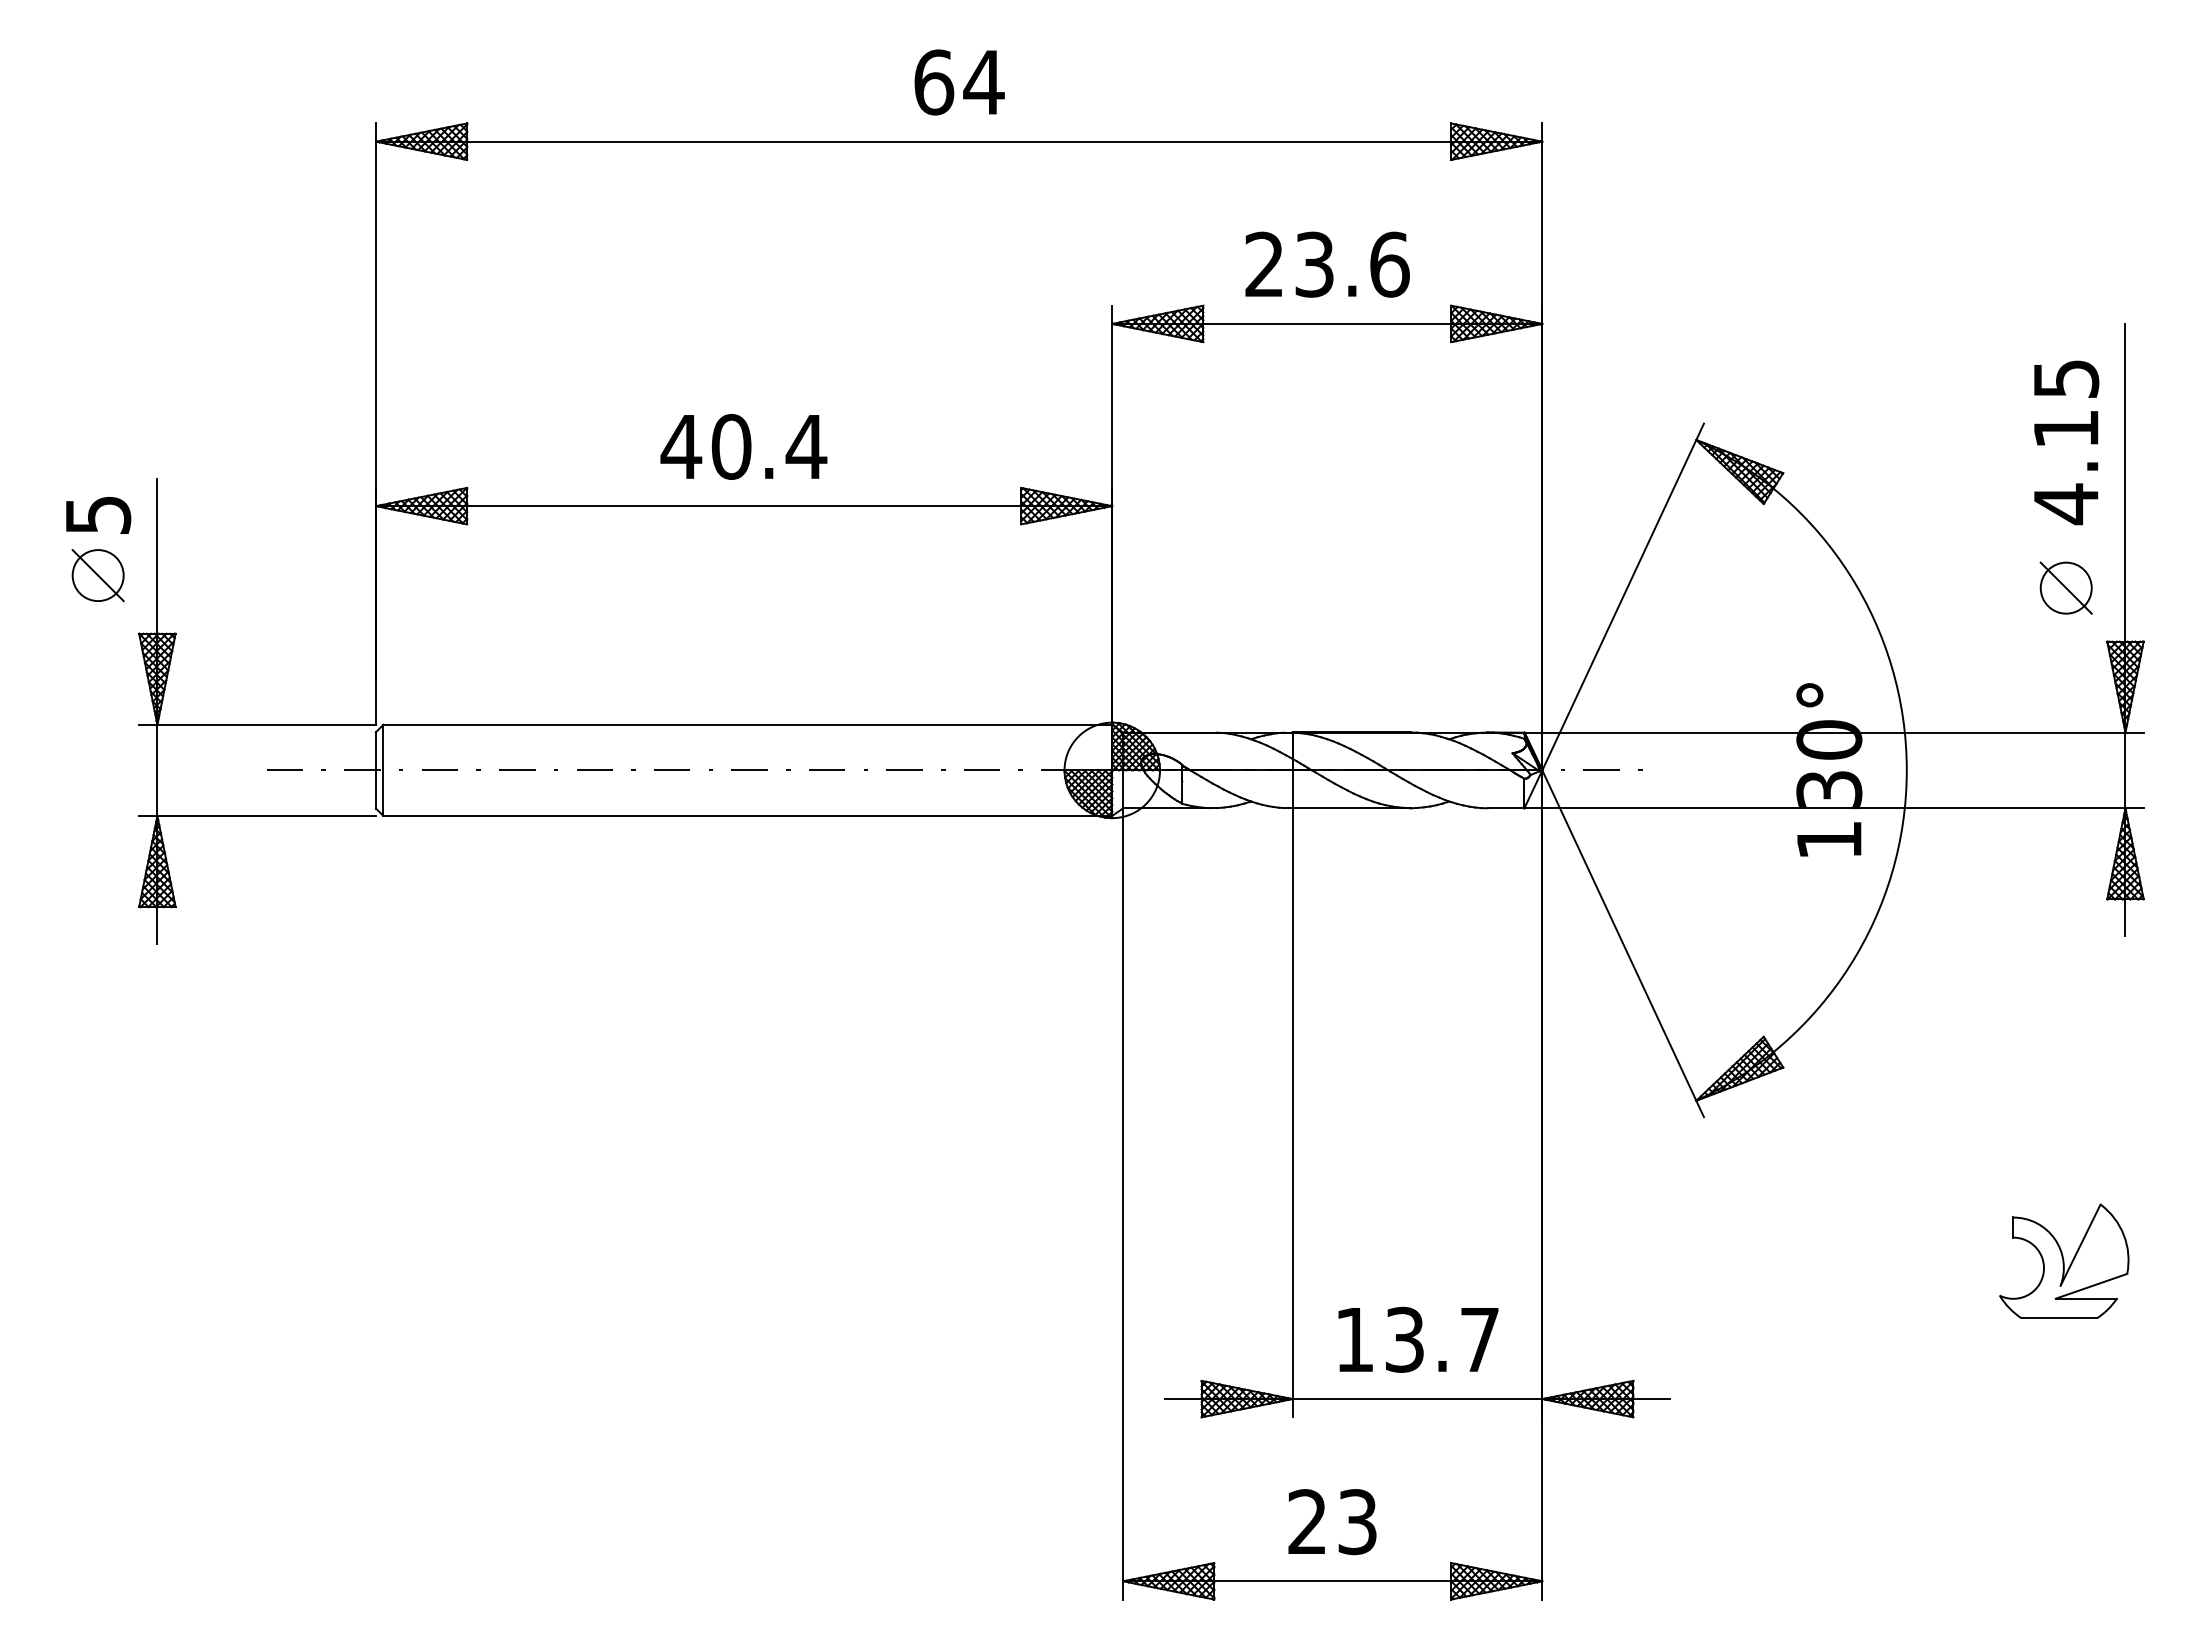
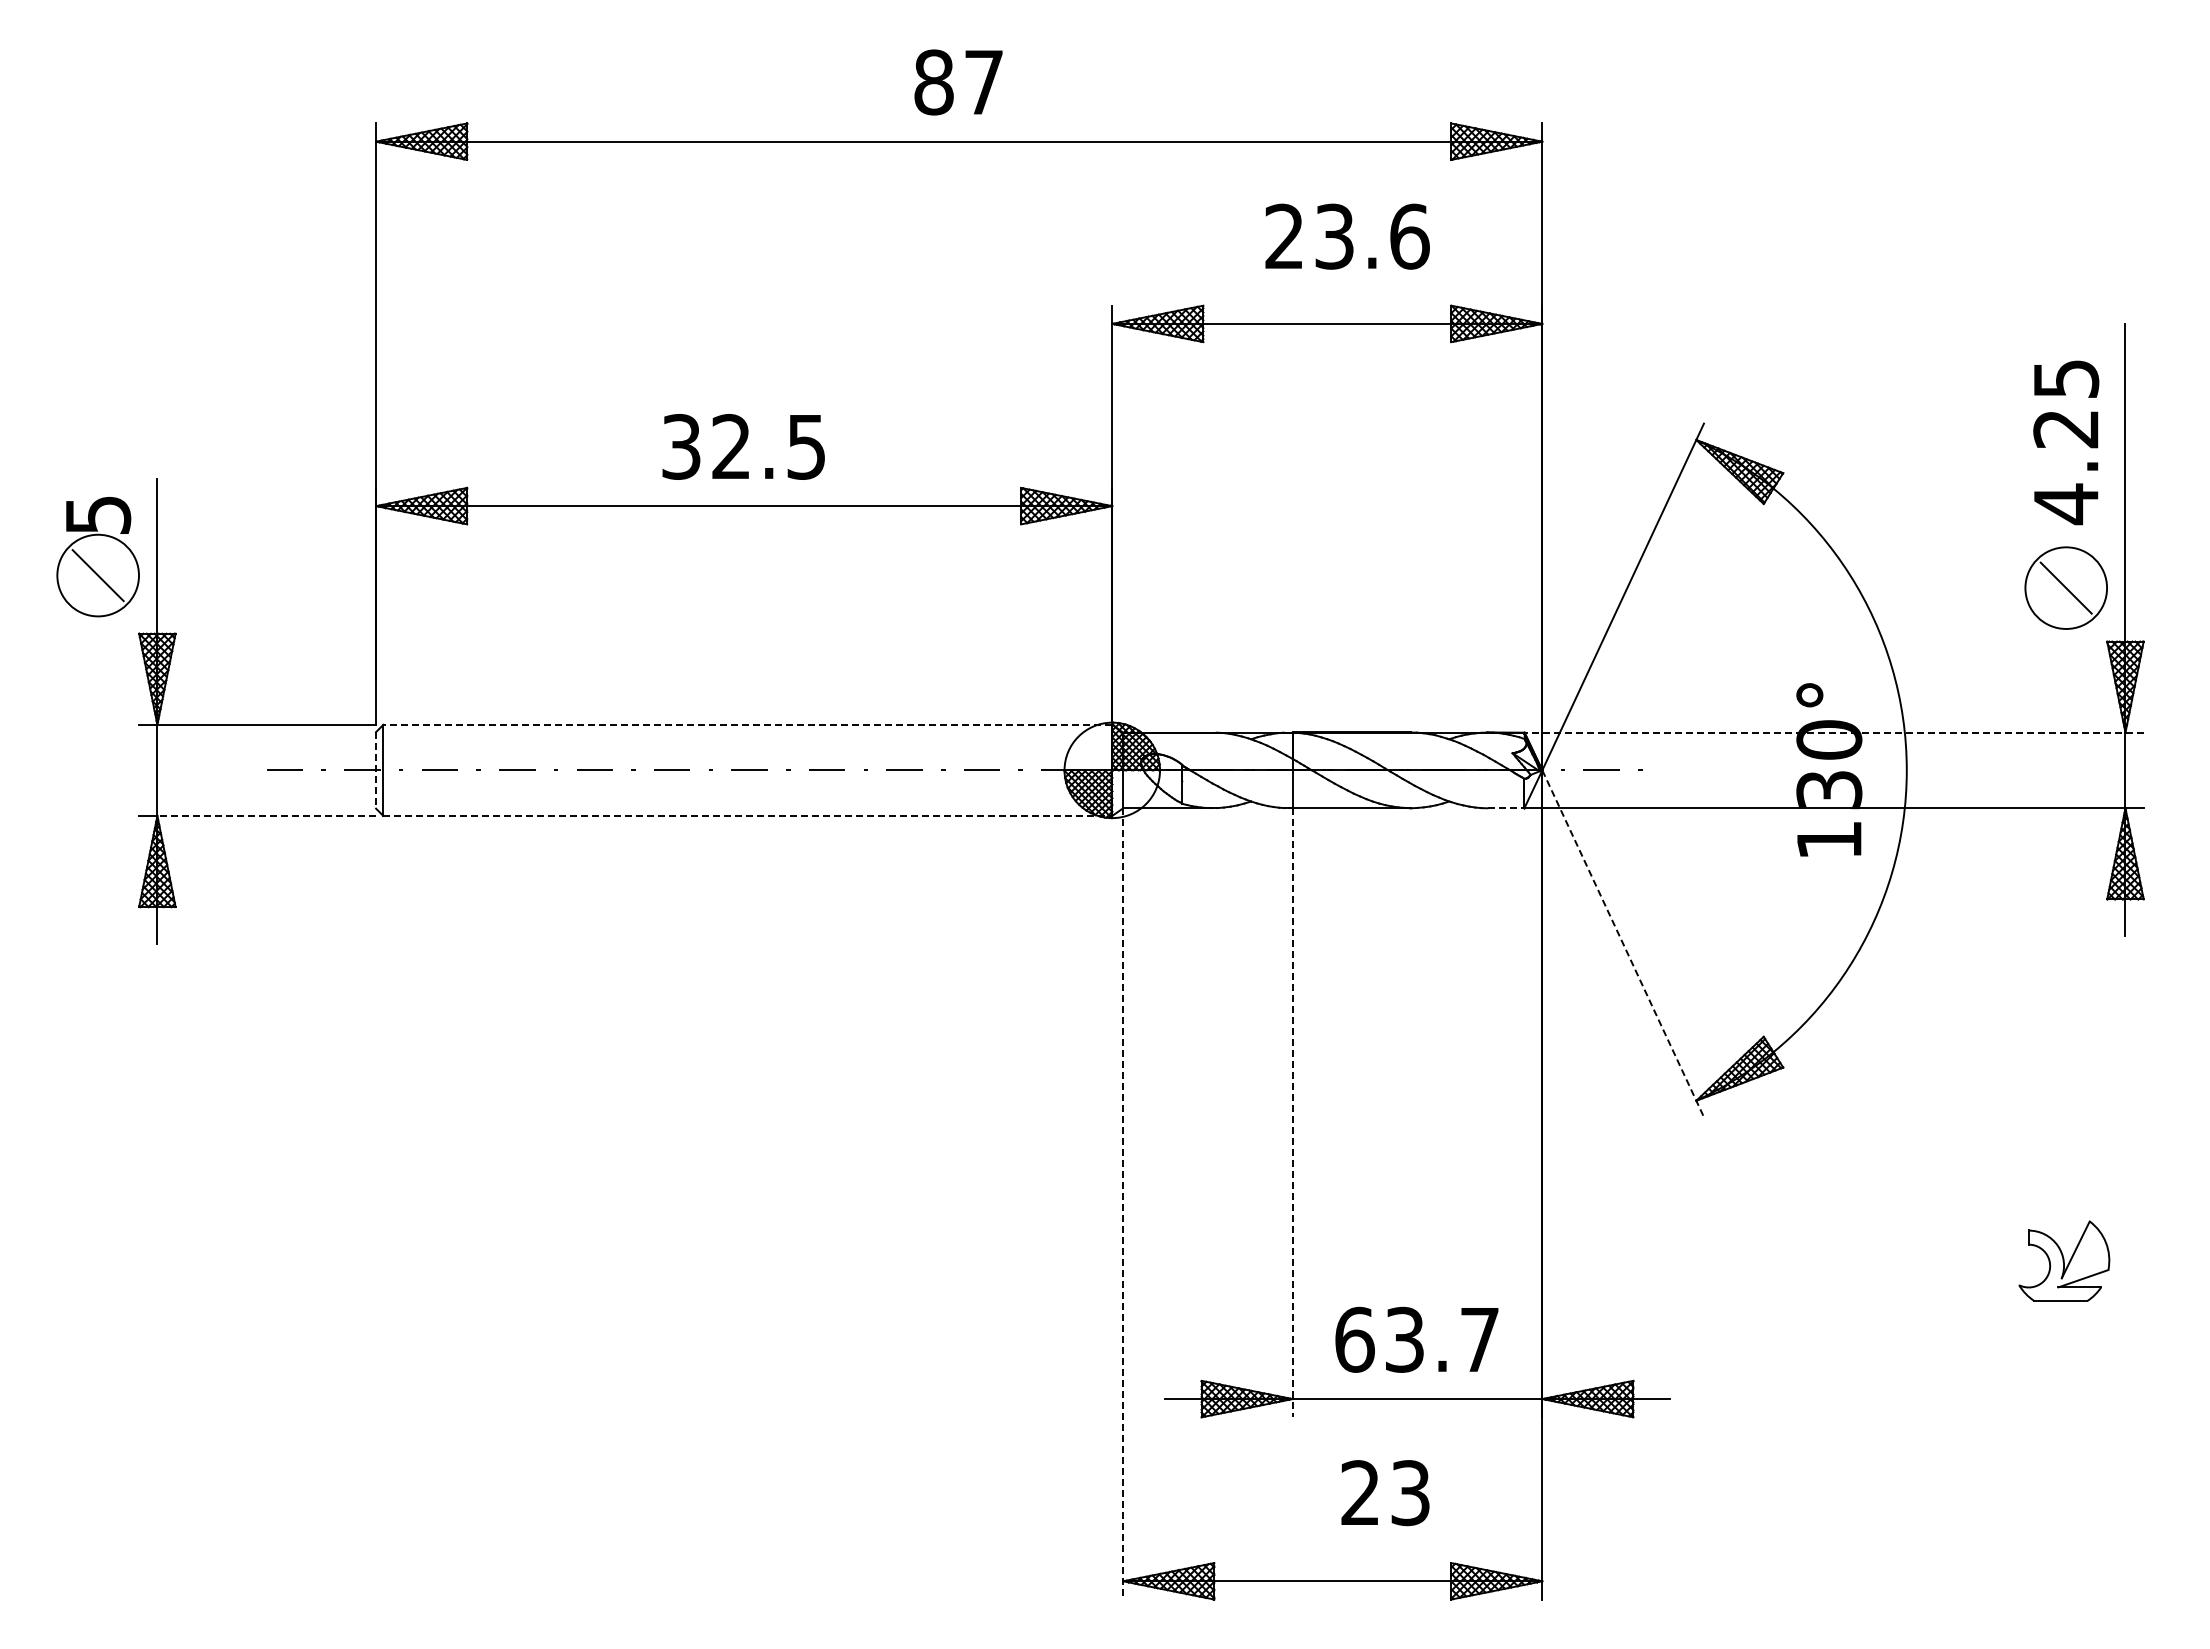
text at (959, 82): 64 -> 87
text at (1327, 264) position: (1327, 264) -> (1347, 236)
text at (2065, 429): 4.15 -> 4.25
text at (743, 446): 40.4 -> 32.5
circle at (97, 575) diameter: 51 px -> 82 px
circle at (2065, 587) diameter: 51 px -> 82 px
line at (747, 724): solid -> dashed
line at (1834, 732): solid -> dashed
line at (376, 770): solid -> dashed
line at (1506, 808): solid -> dashed
line at (266, 815): solid -> dashed
line at (748, 815): solid -> dashed
line at (1623, 944): solid -> dashed
line at (1292, 1112): solid -> dashed
line at (1123, 1203): solid -> dashed
part at (2064, 1260) size: 131x116 px -> 93x82 px
text at (1354, 1339): 13.7 -> 63.7
text at (1332, 1522) position: (1332, 1522) -> (1385, 1493)
